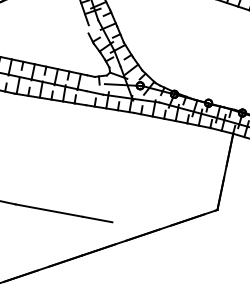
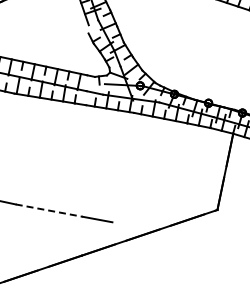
line at (49, 210): solid -> dashed
